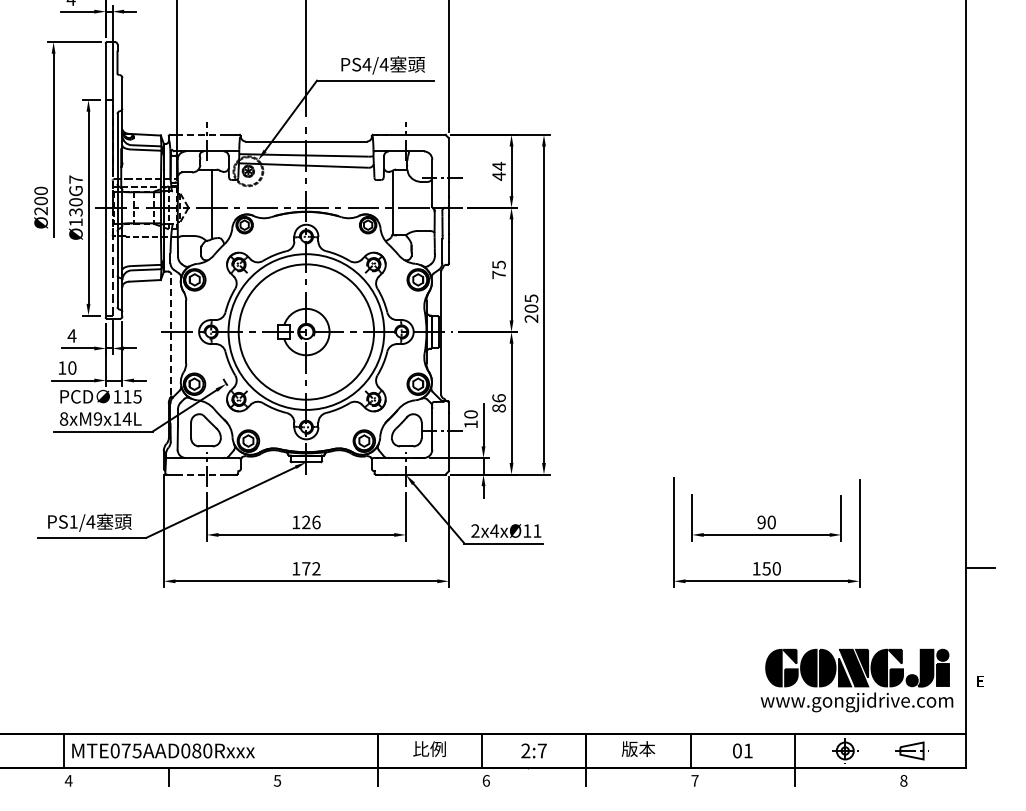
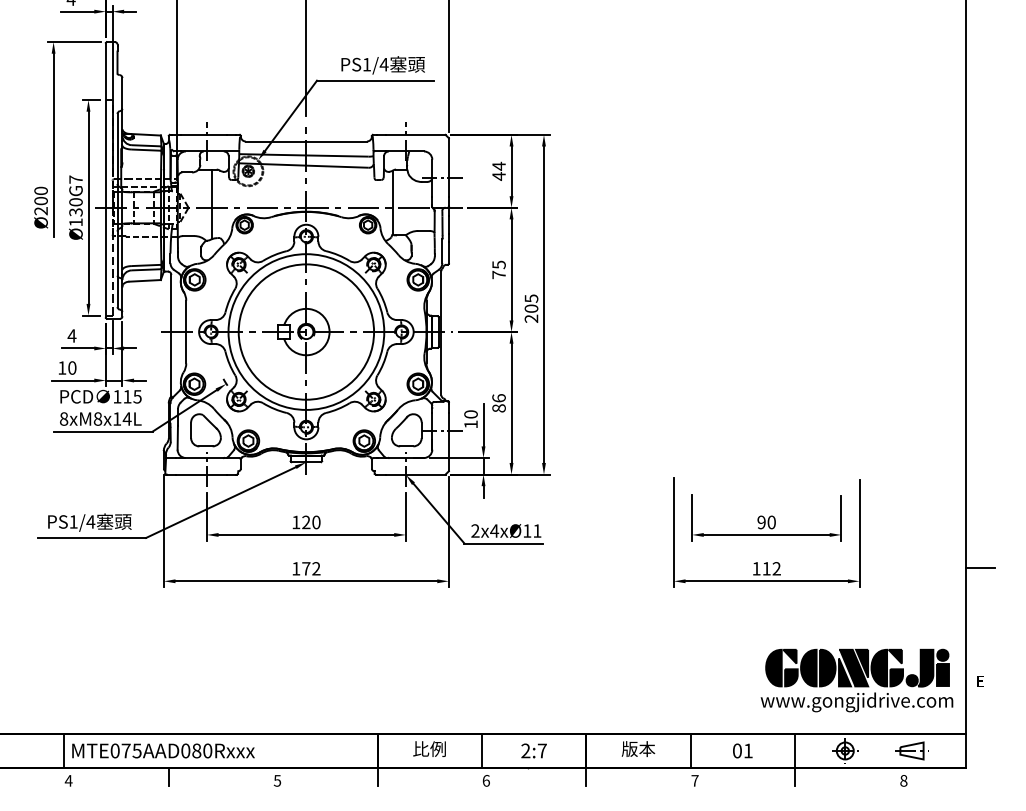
text at (366, 64): PS4/4 -> PS1/4
line at (203, 134): dashed -> solid
line at (171, 334): dashed -> solid
text at (97, 418): 8xM9x14L -> 8xM8x14L
line at (201, 474): dashed -> solid
text at (316, 522): 126 -> 120
text at (771, 568): 150 -> 112
